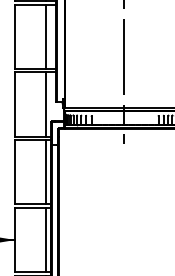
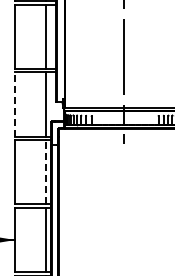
line at (15, 104): solid -> dashed
line at (45, 171): solid -> dashed
